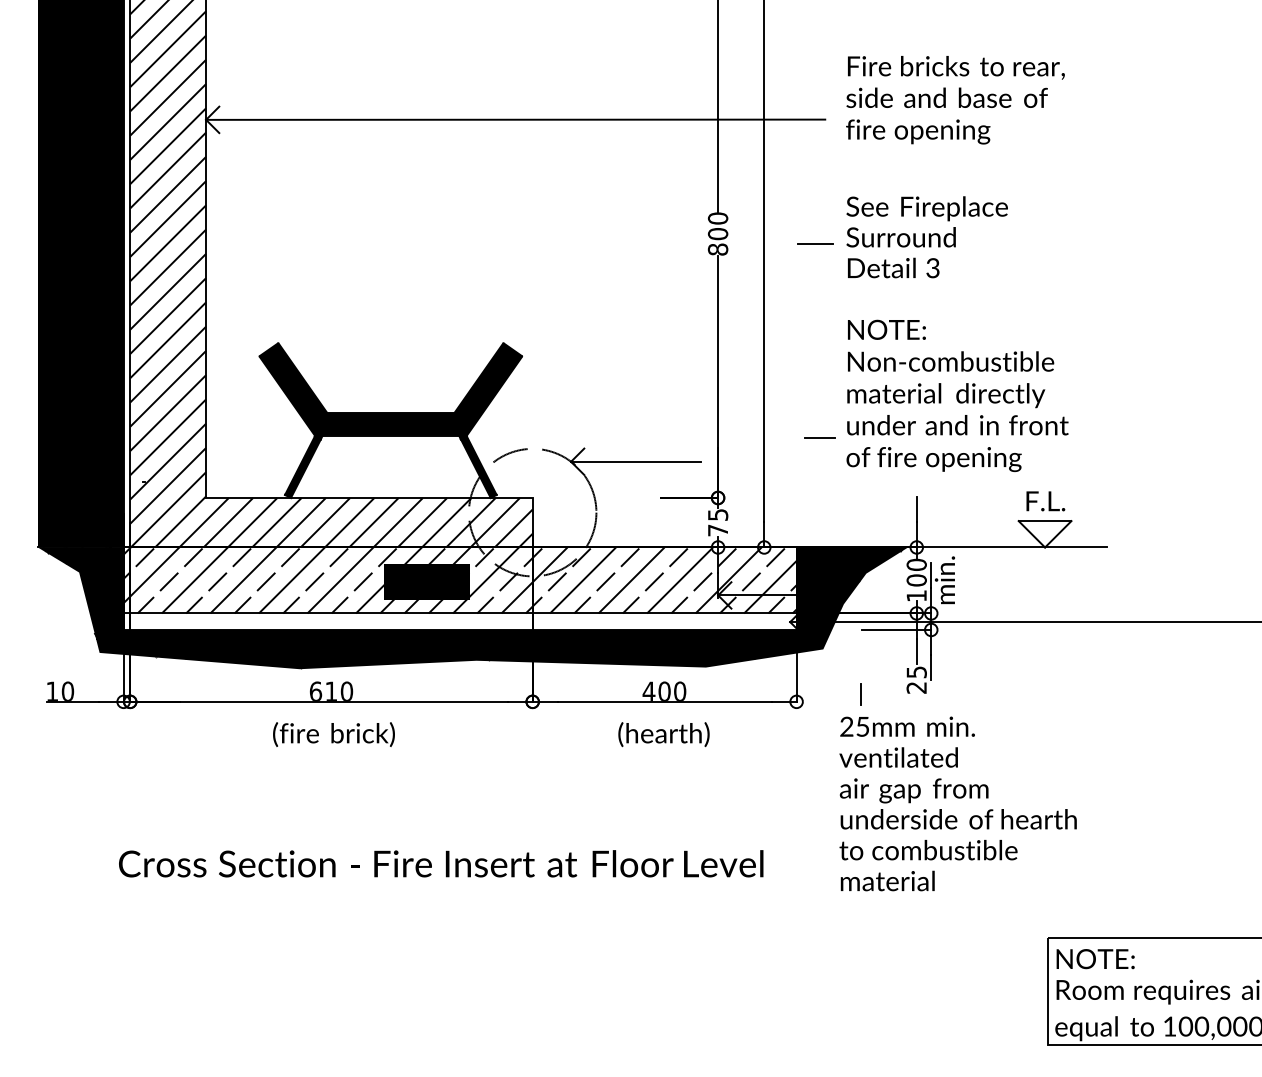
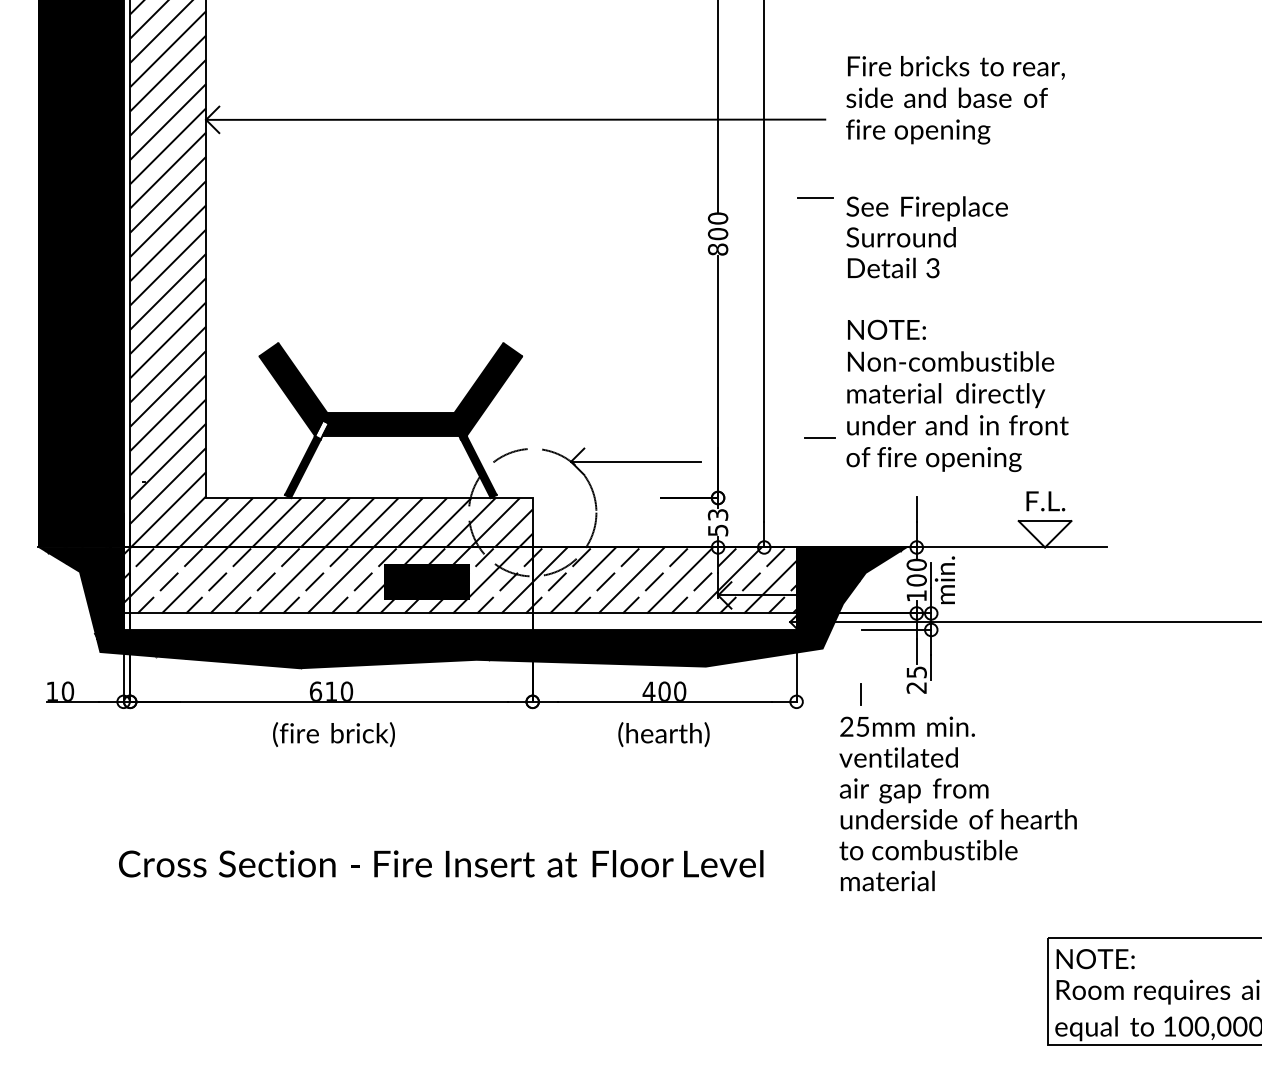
line at (815, 243) position: (815, 243) -> (815, 197)
fill at (321, 429): present -> none
text at (717, 522): 75 -> 53
